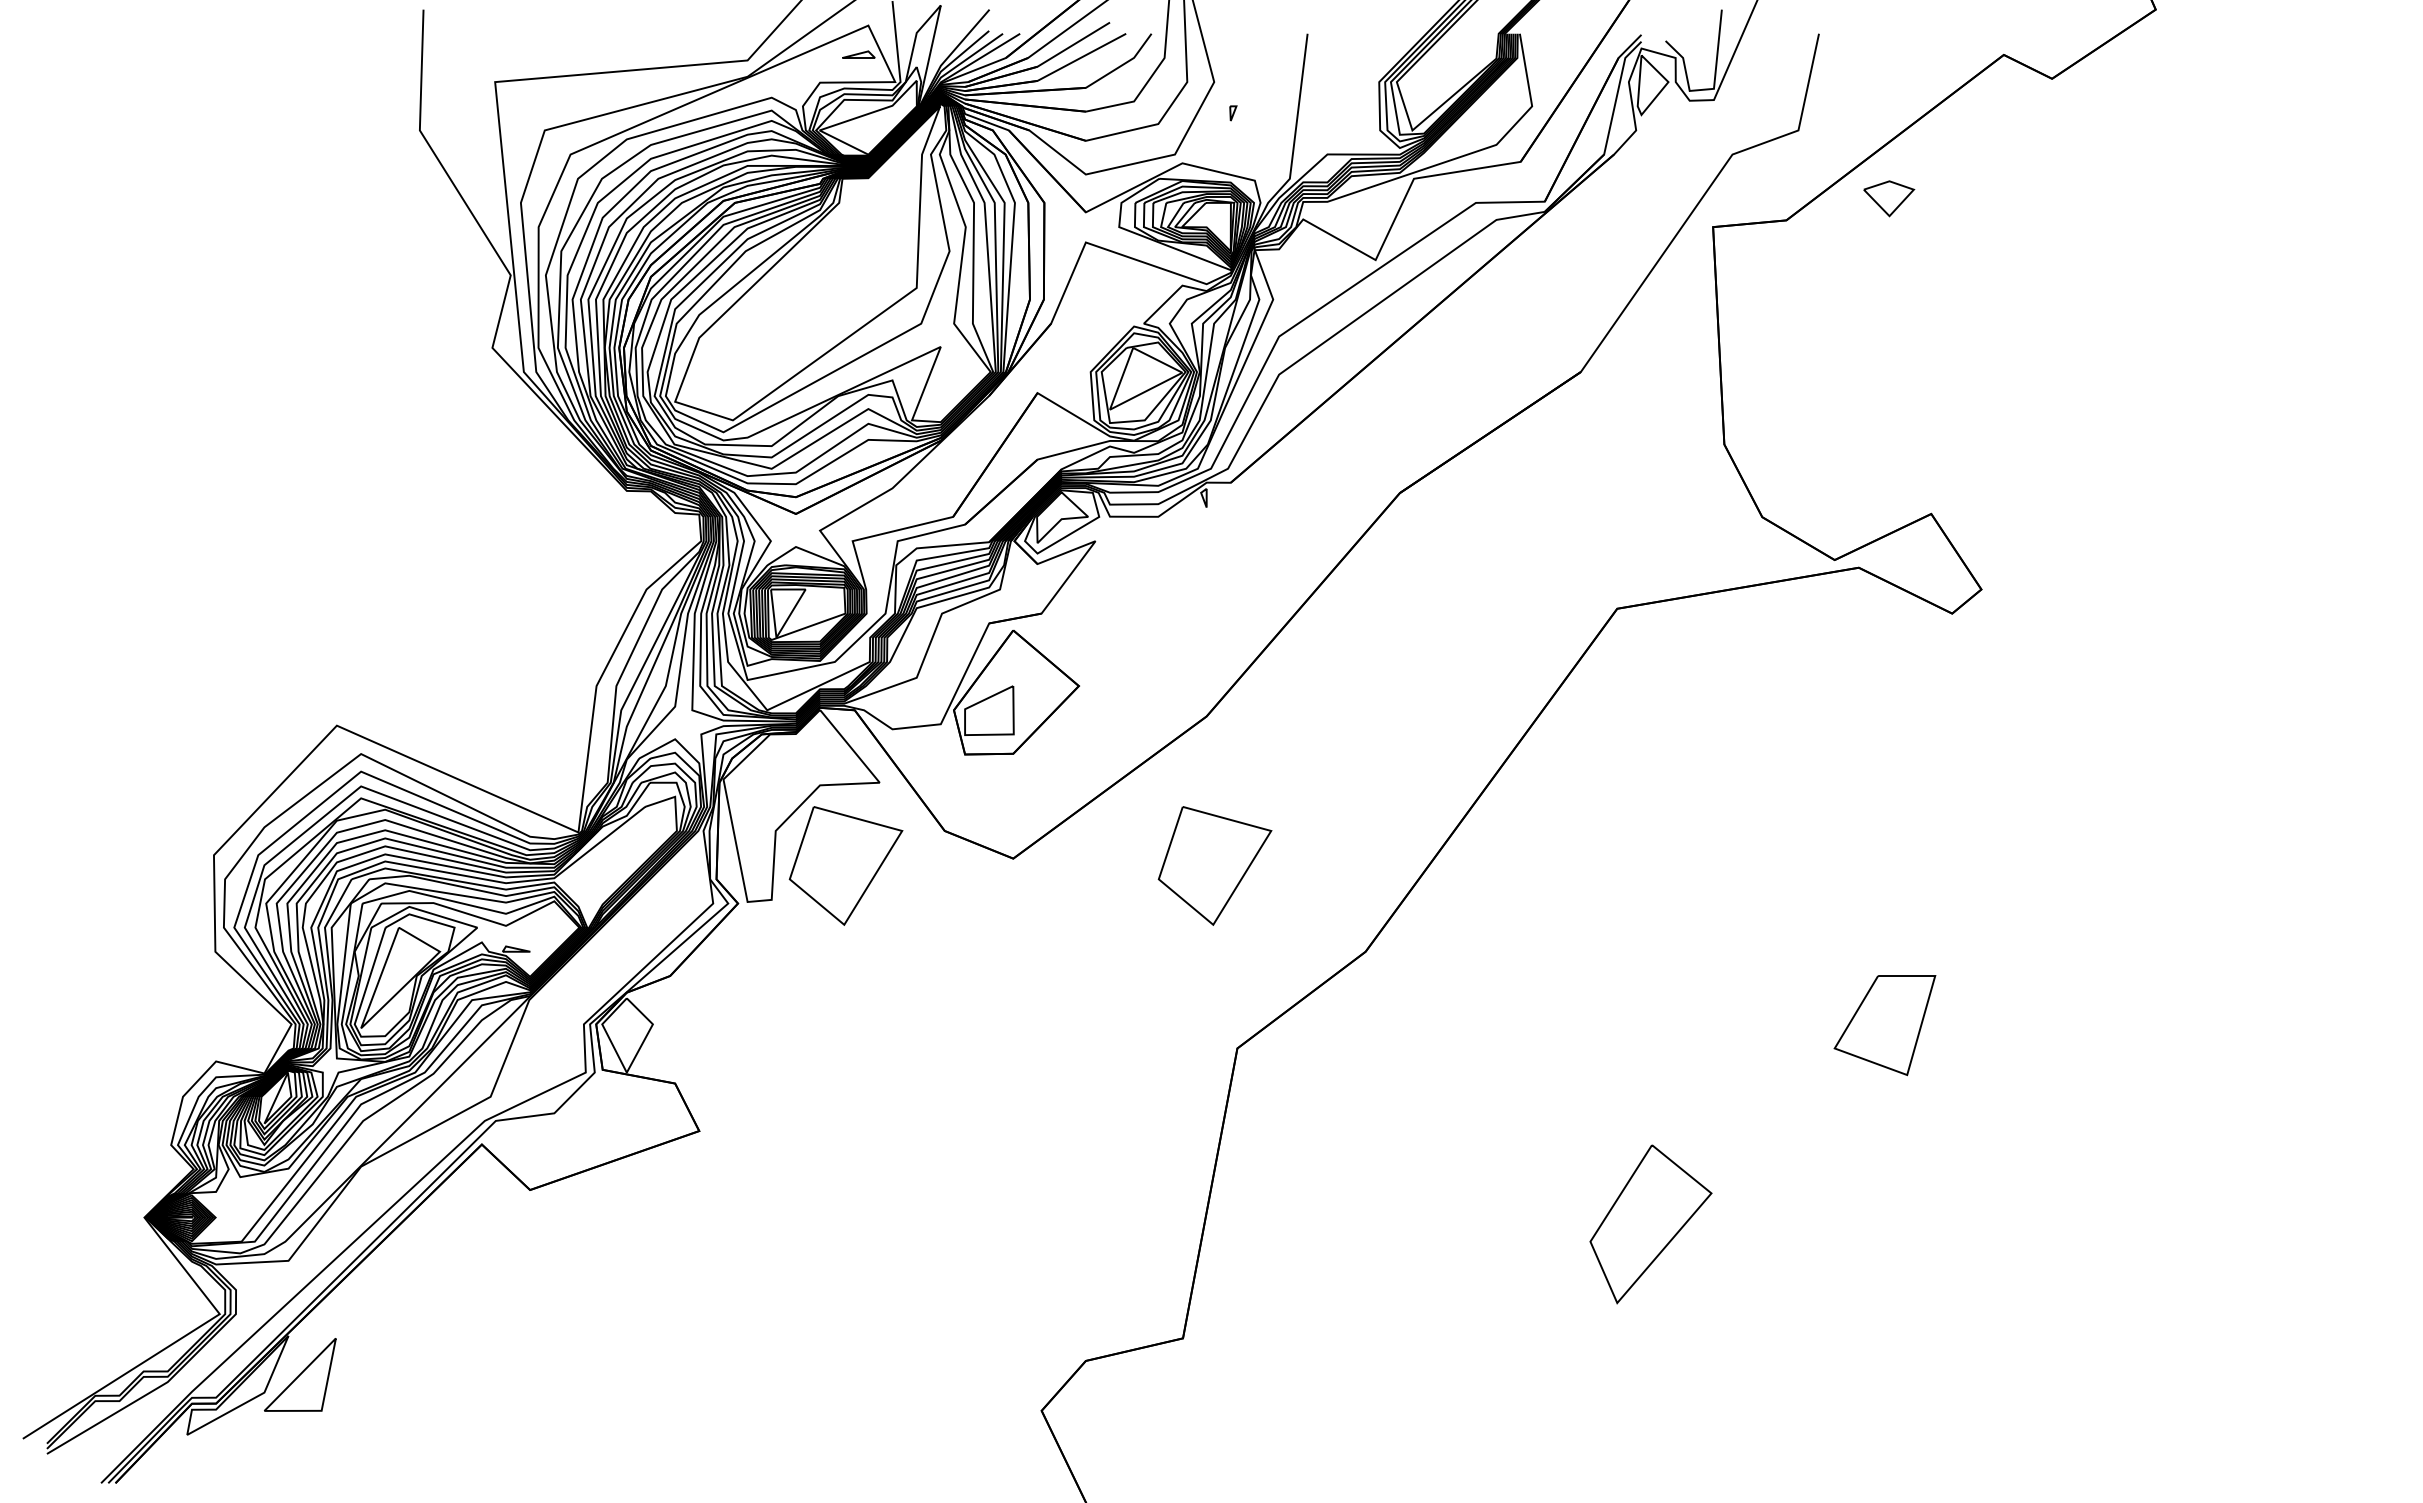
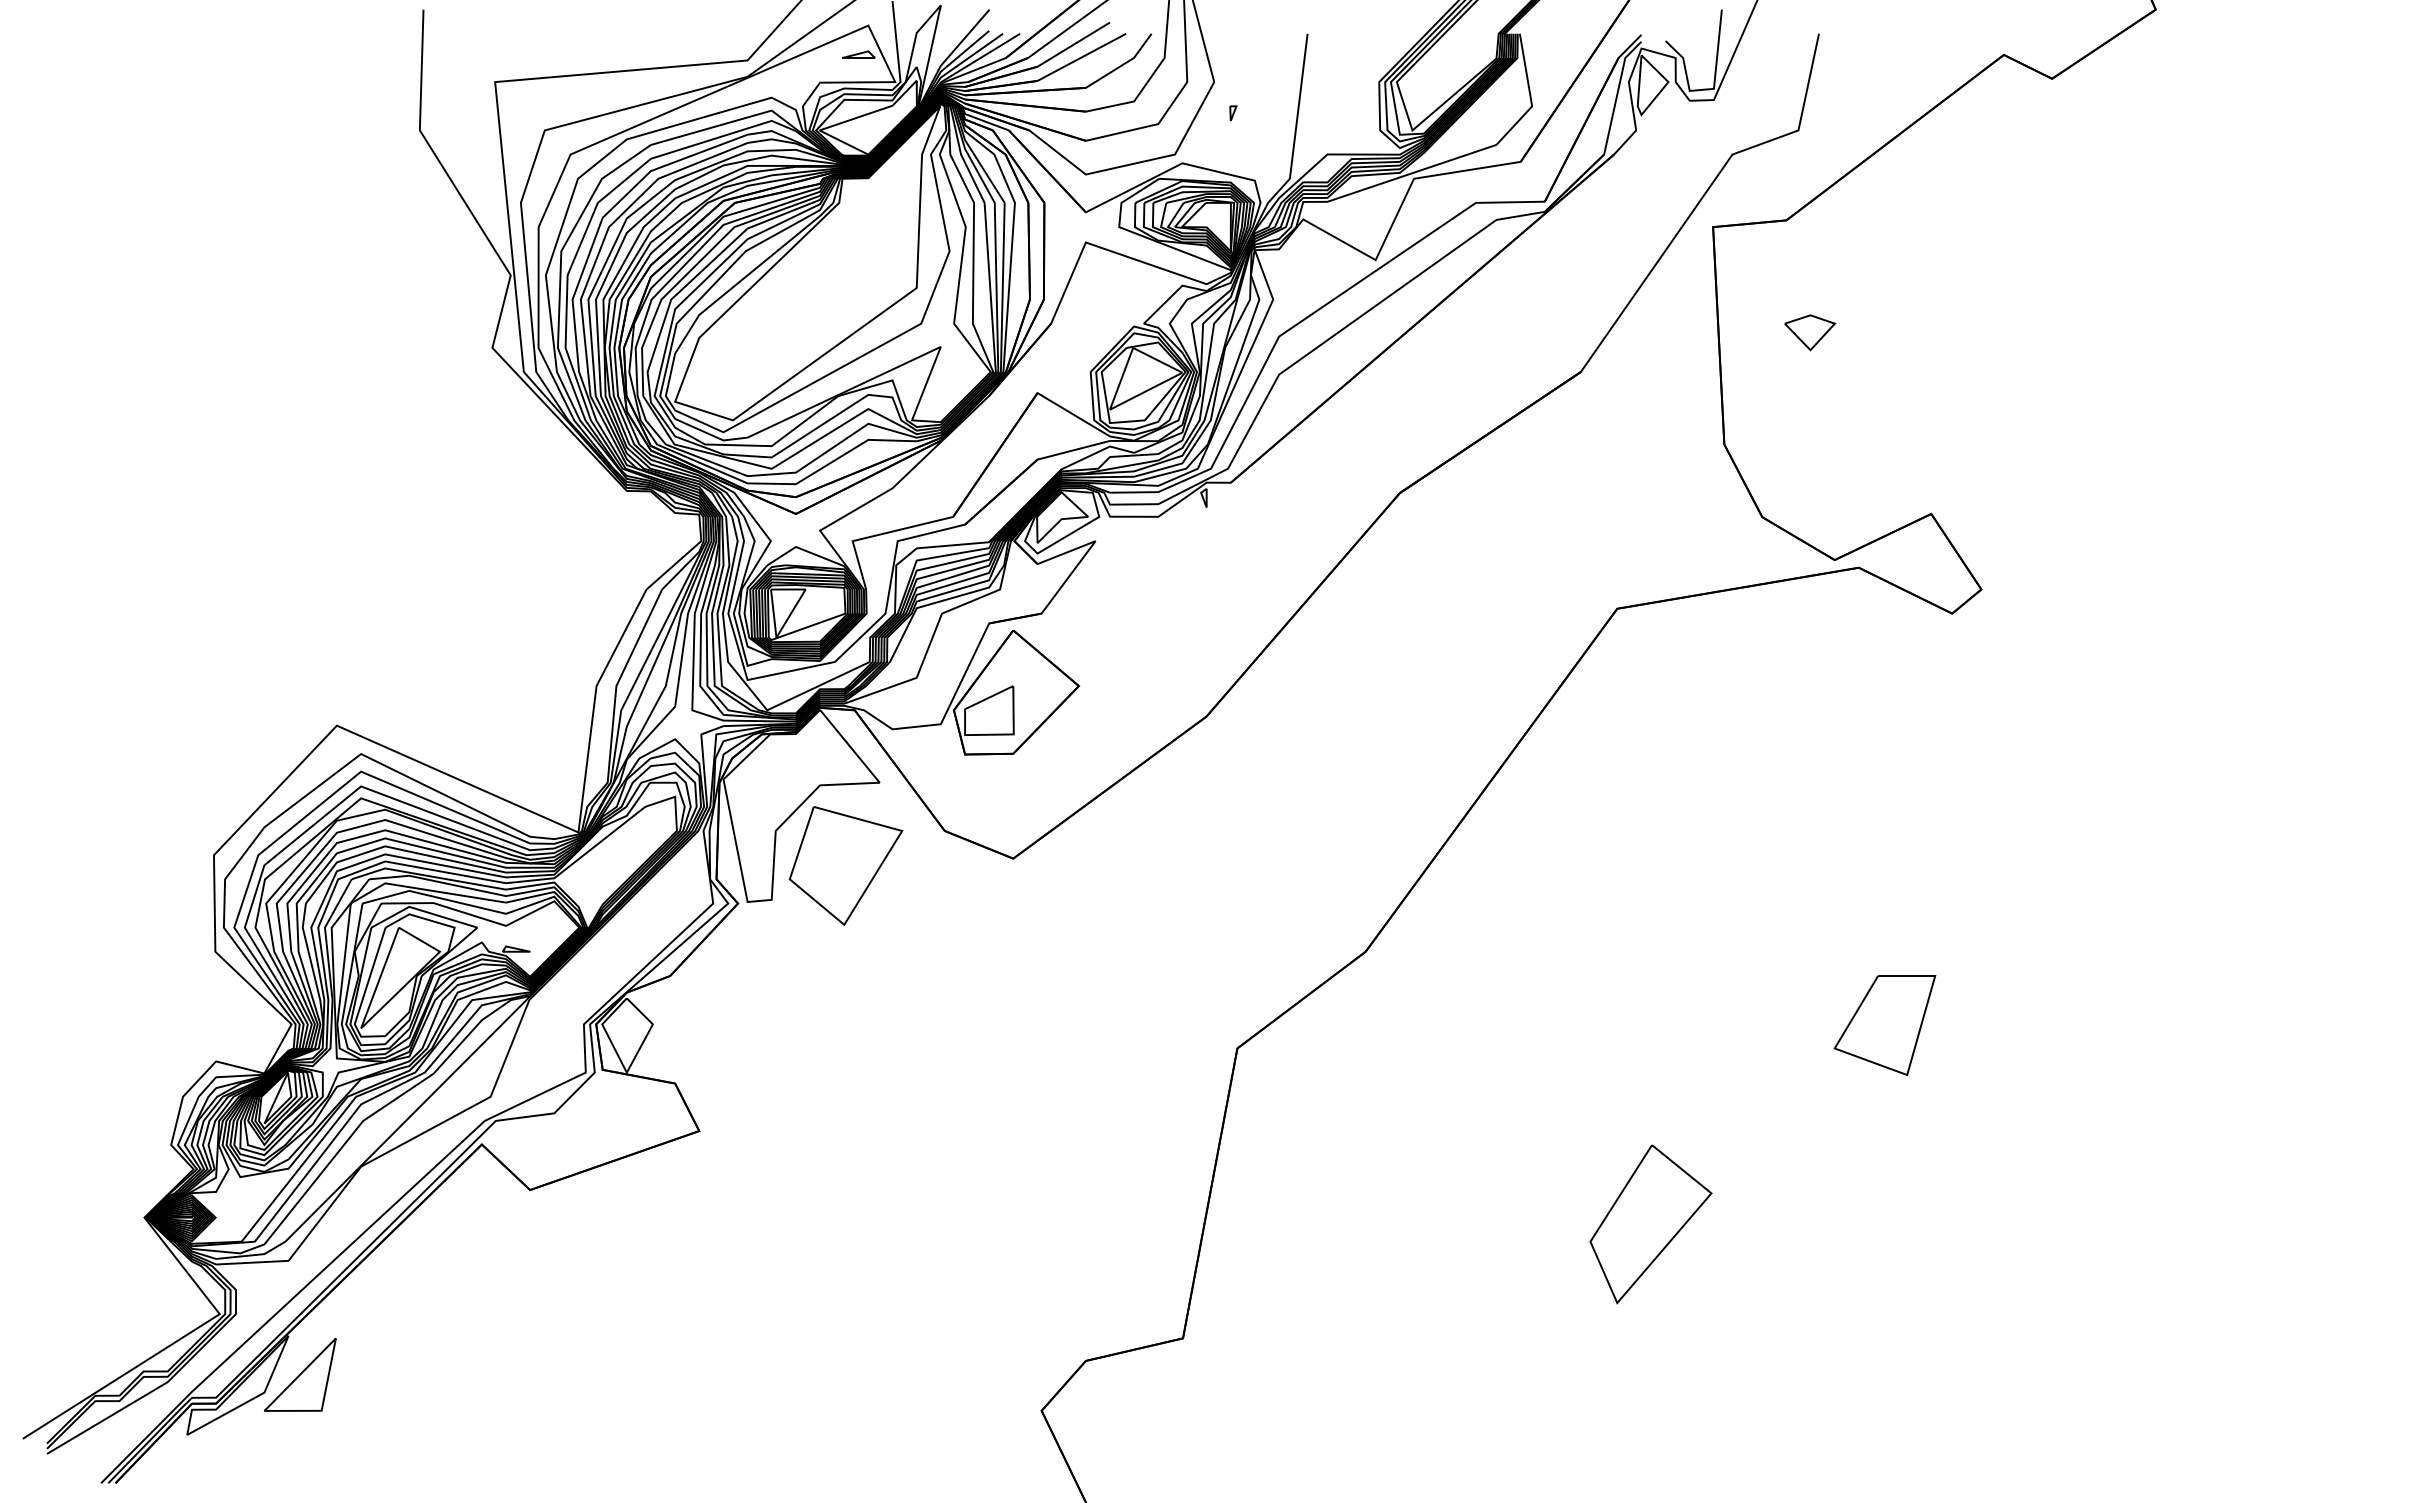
part at (1889, 198) position: (1889, 198) -> (1810, 332)
part at (1214, 865): present -> none
